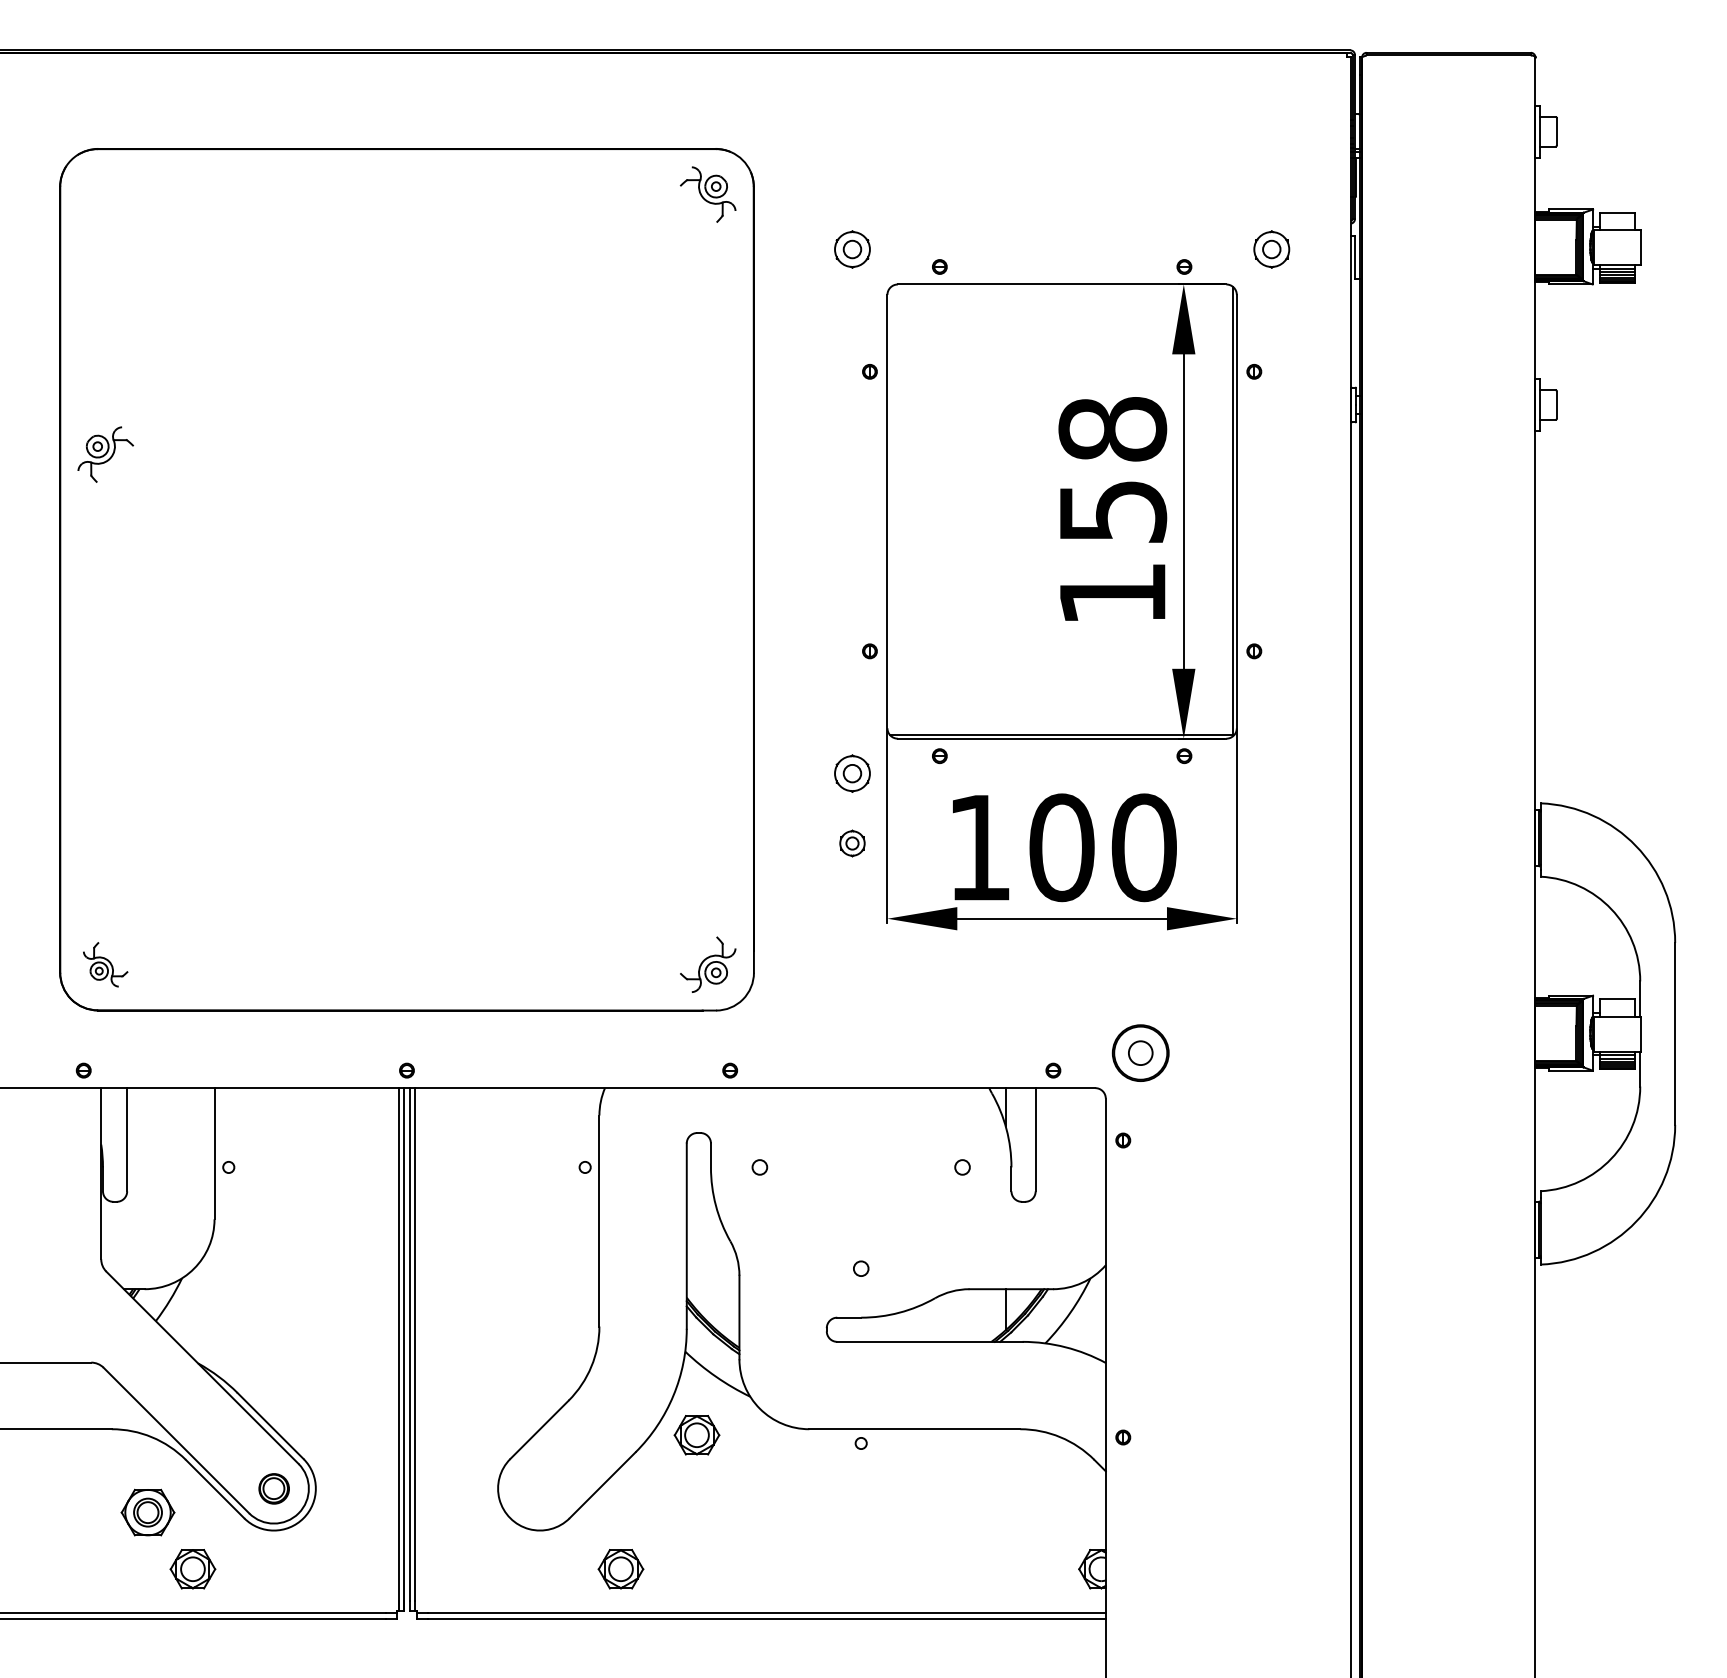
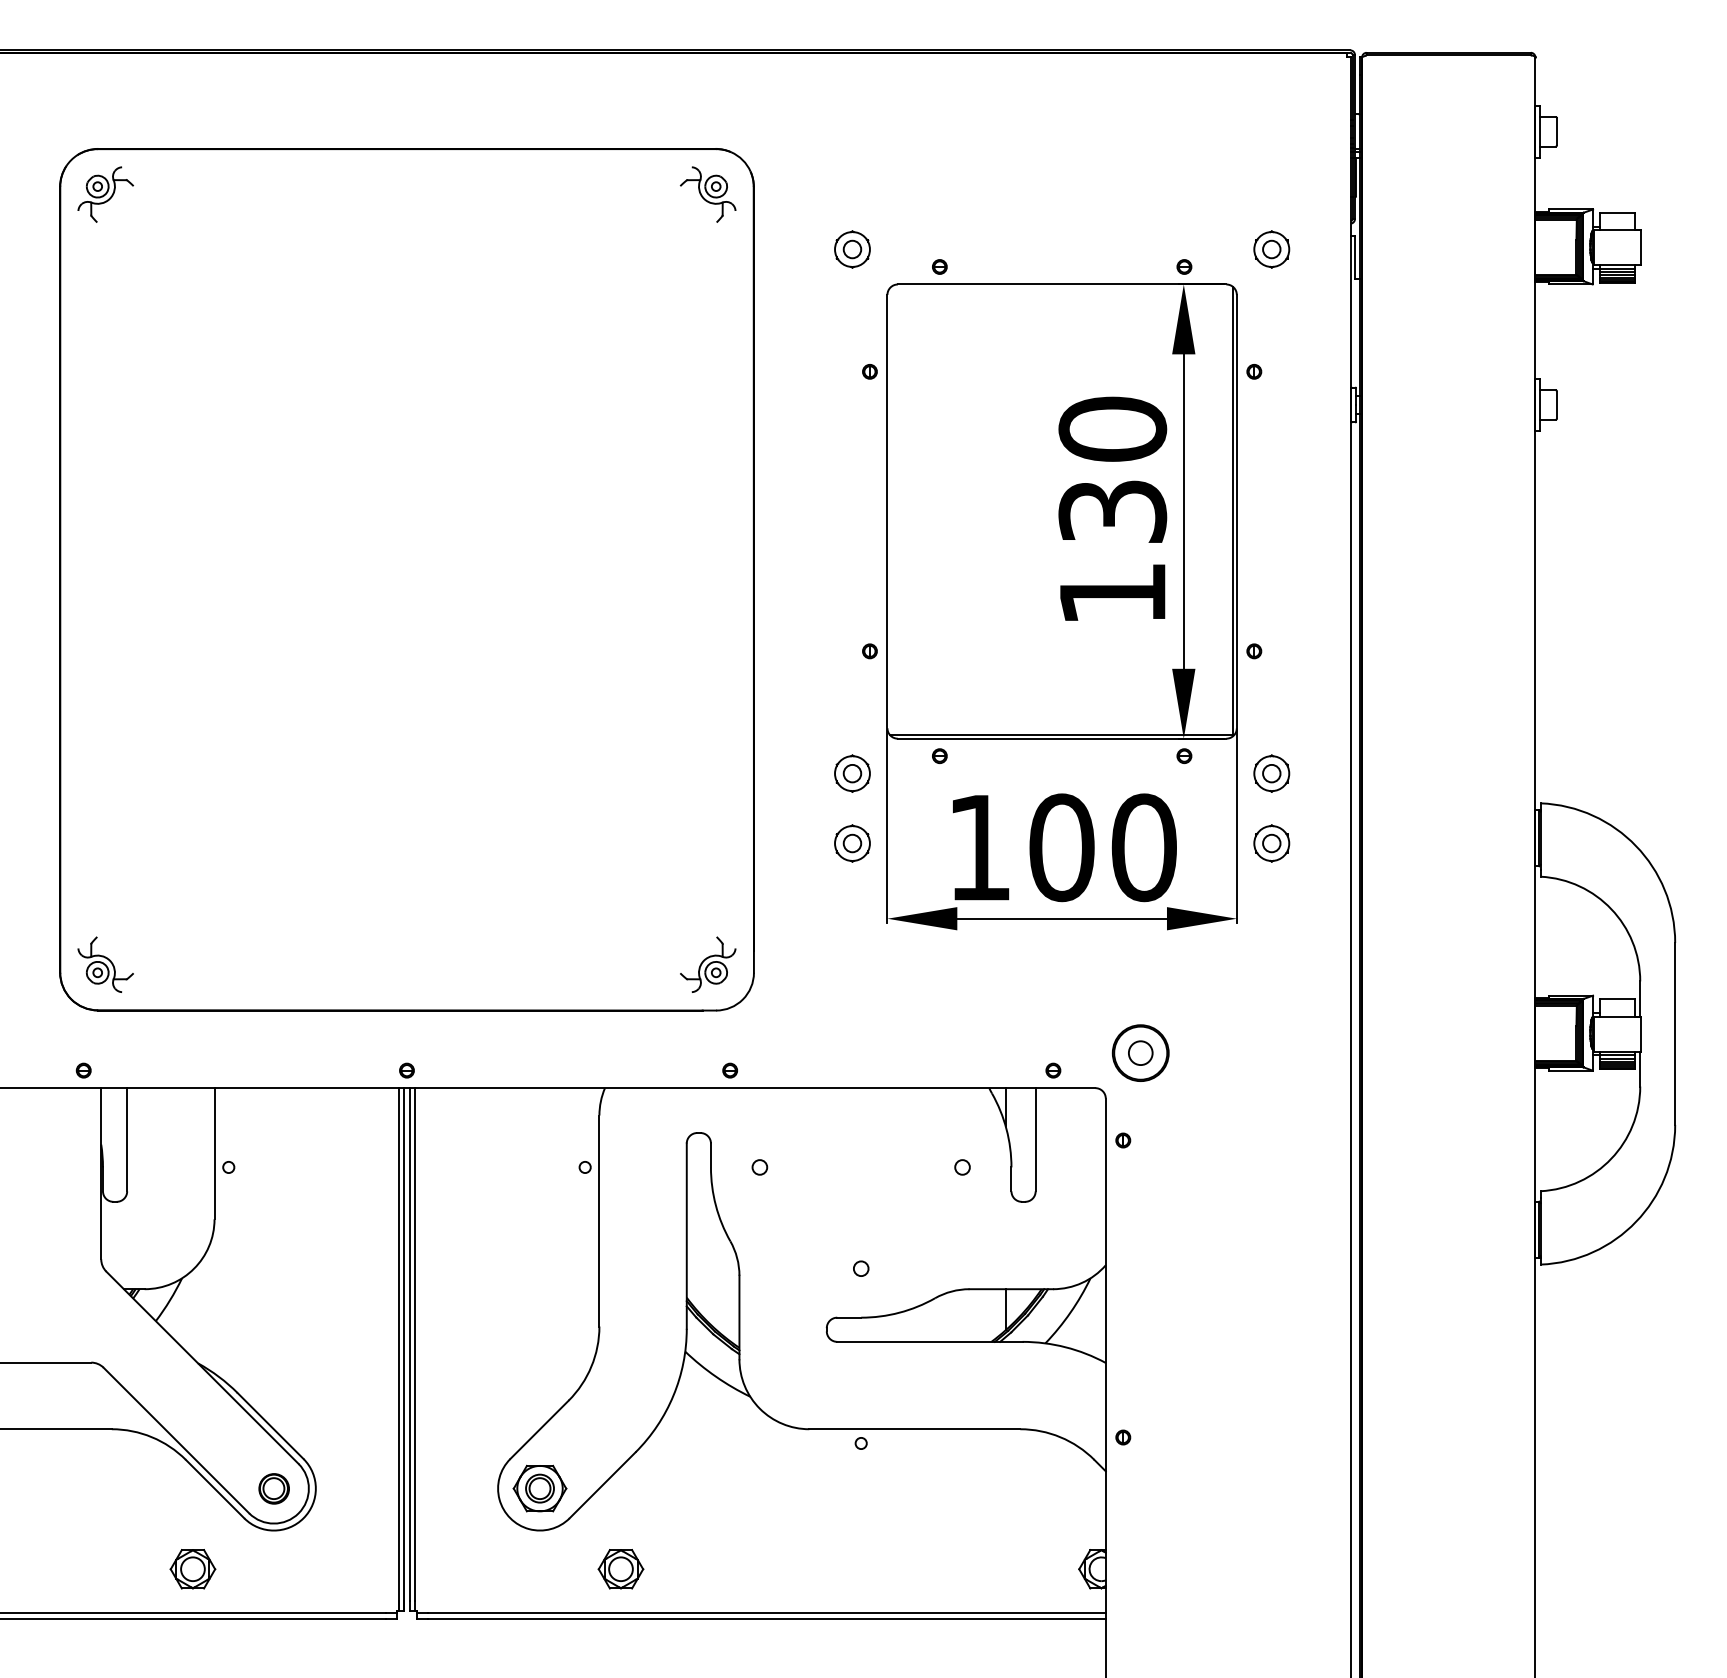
part at (105, 454) position: (105, 454) -> (105, 194)
text at (1112, 469): 158 -> 130
part at (1271, 773): none -> present
part at (852, 843) size: 27x29 px -> 37x39 px
part at (1271, 843): none -> present
part at (105, 964) size: 46x46 px -> 57x57 px
part at (696, 1435): present -> none
part at (147, 1512) position: (147, 1512) -> (539, 1488)
